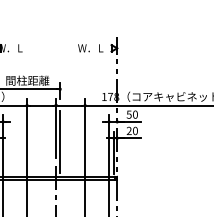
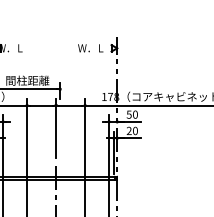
line at (60, 141): present -> none
